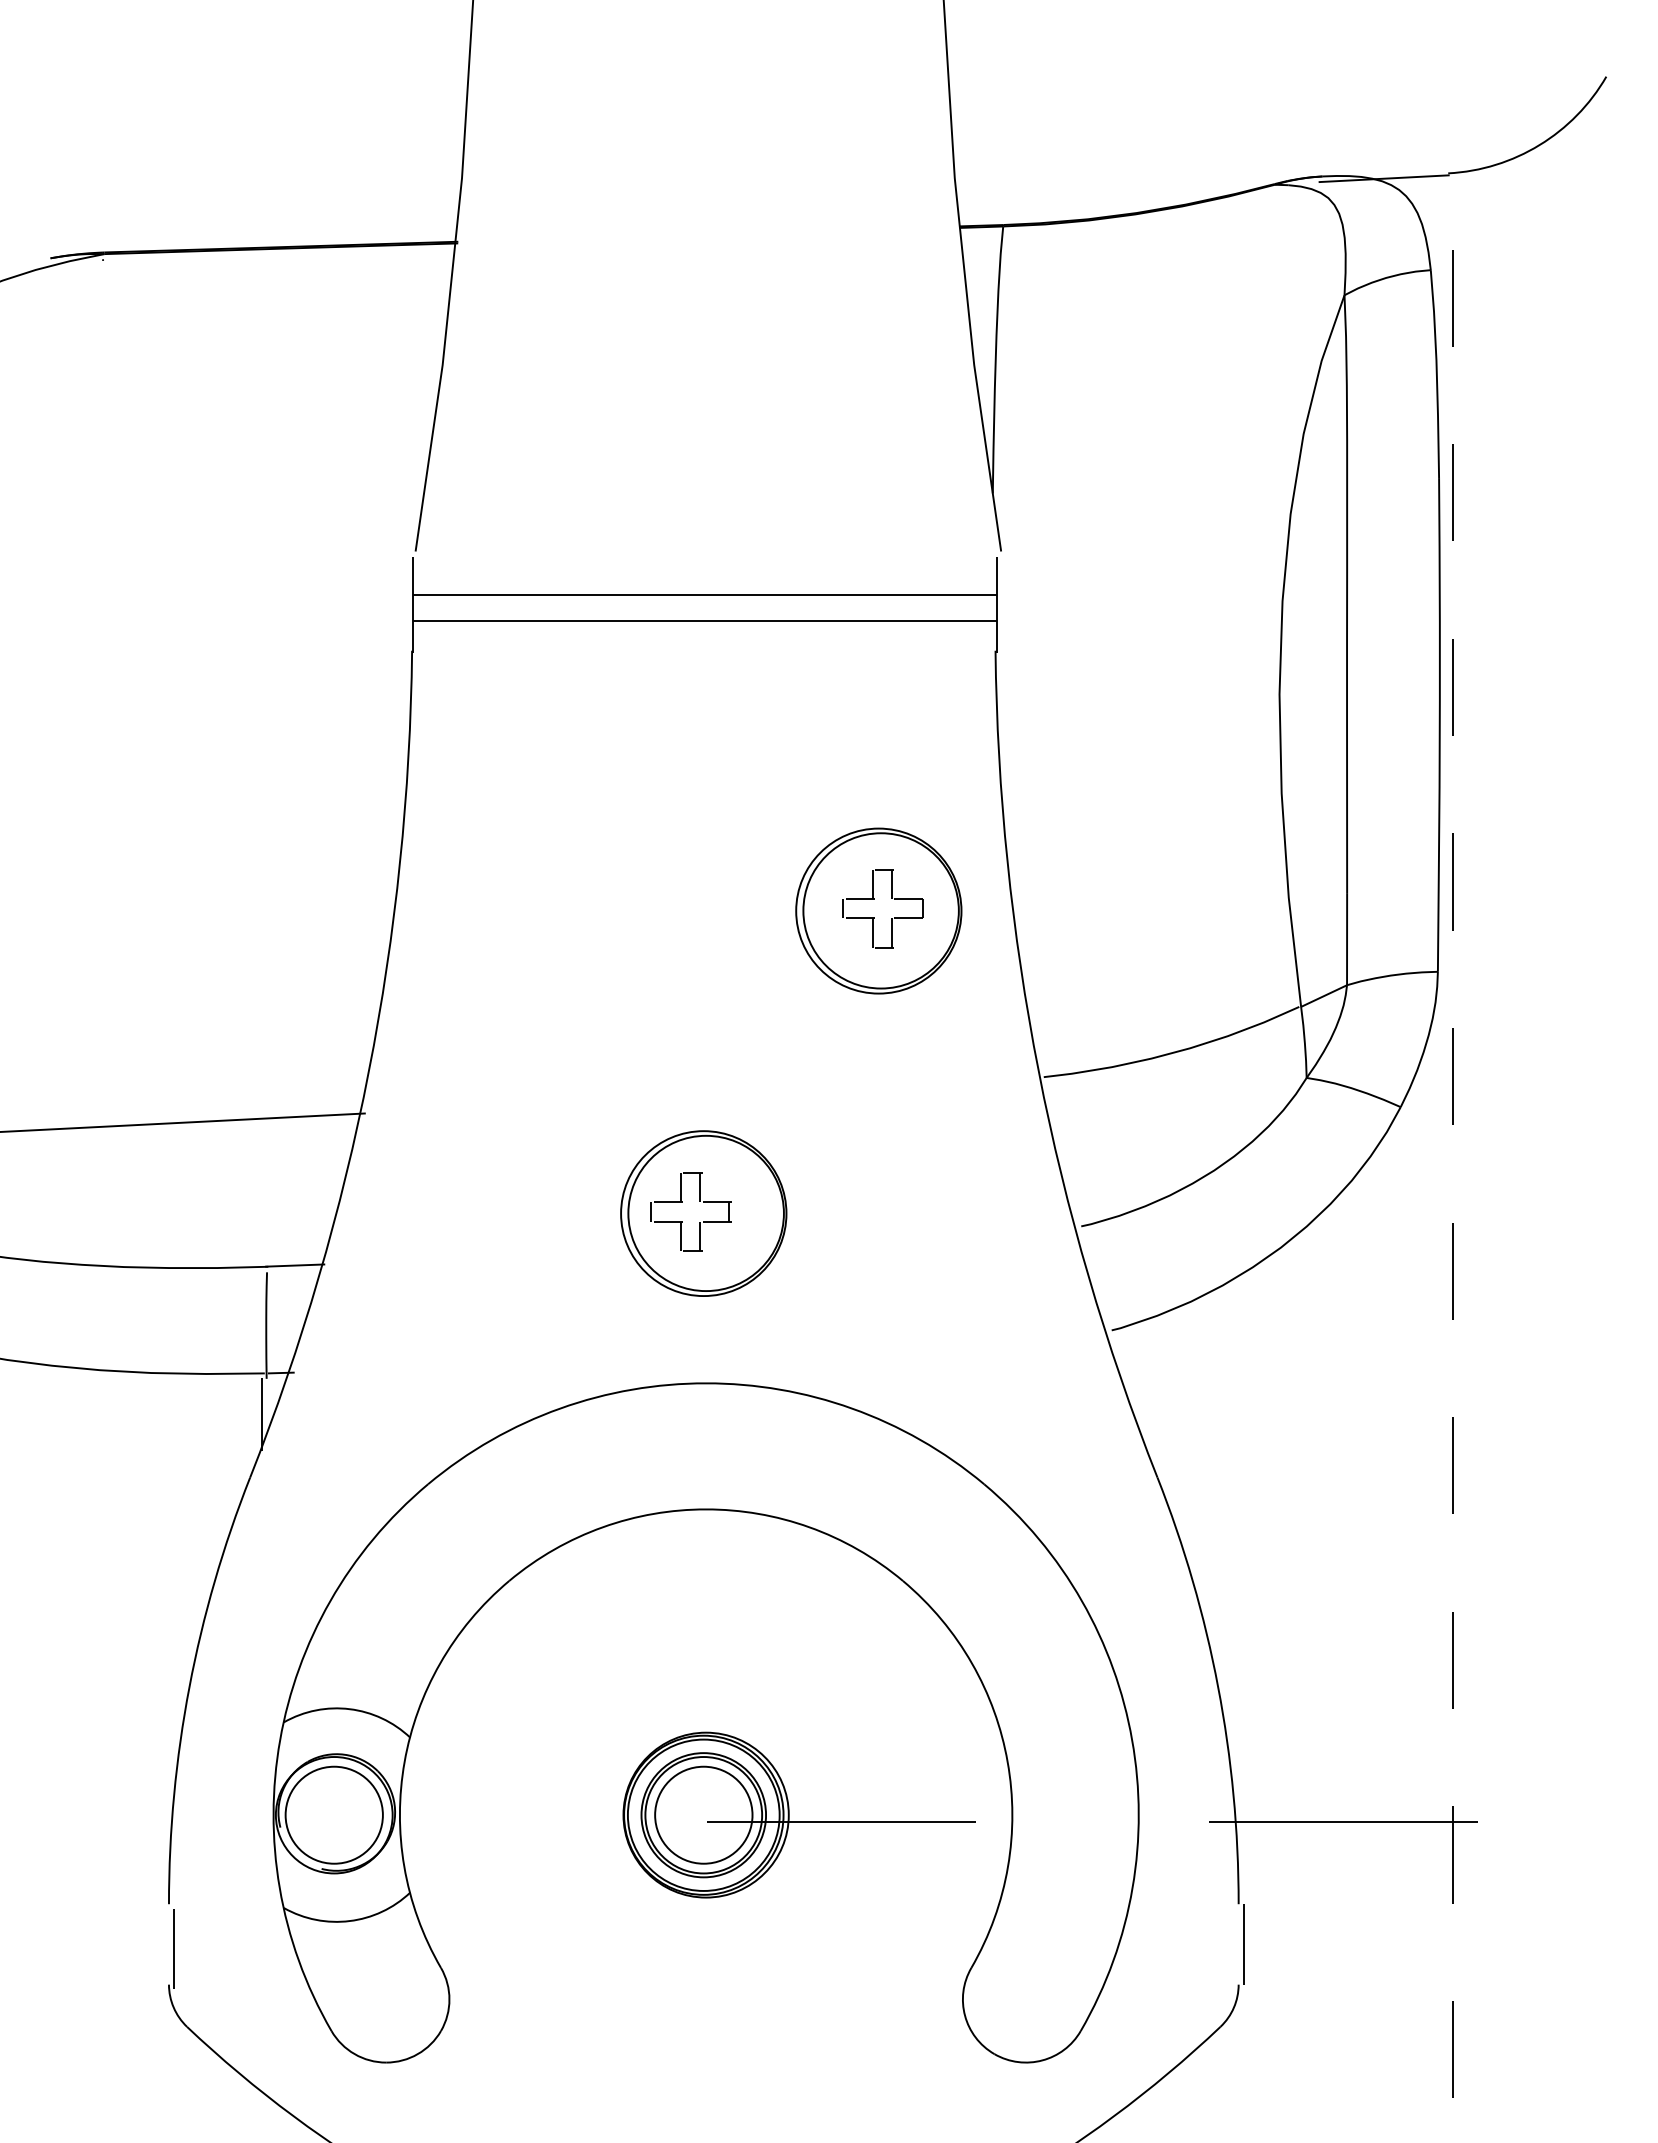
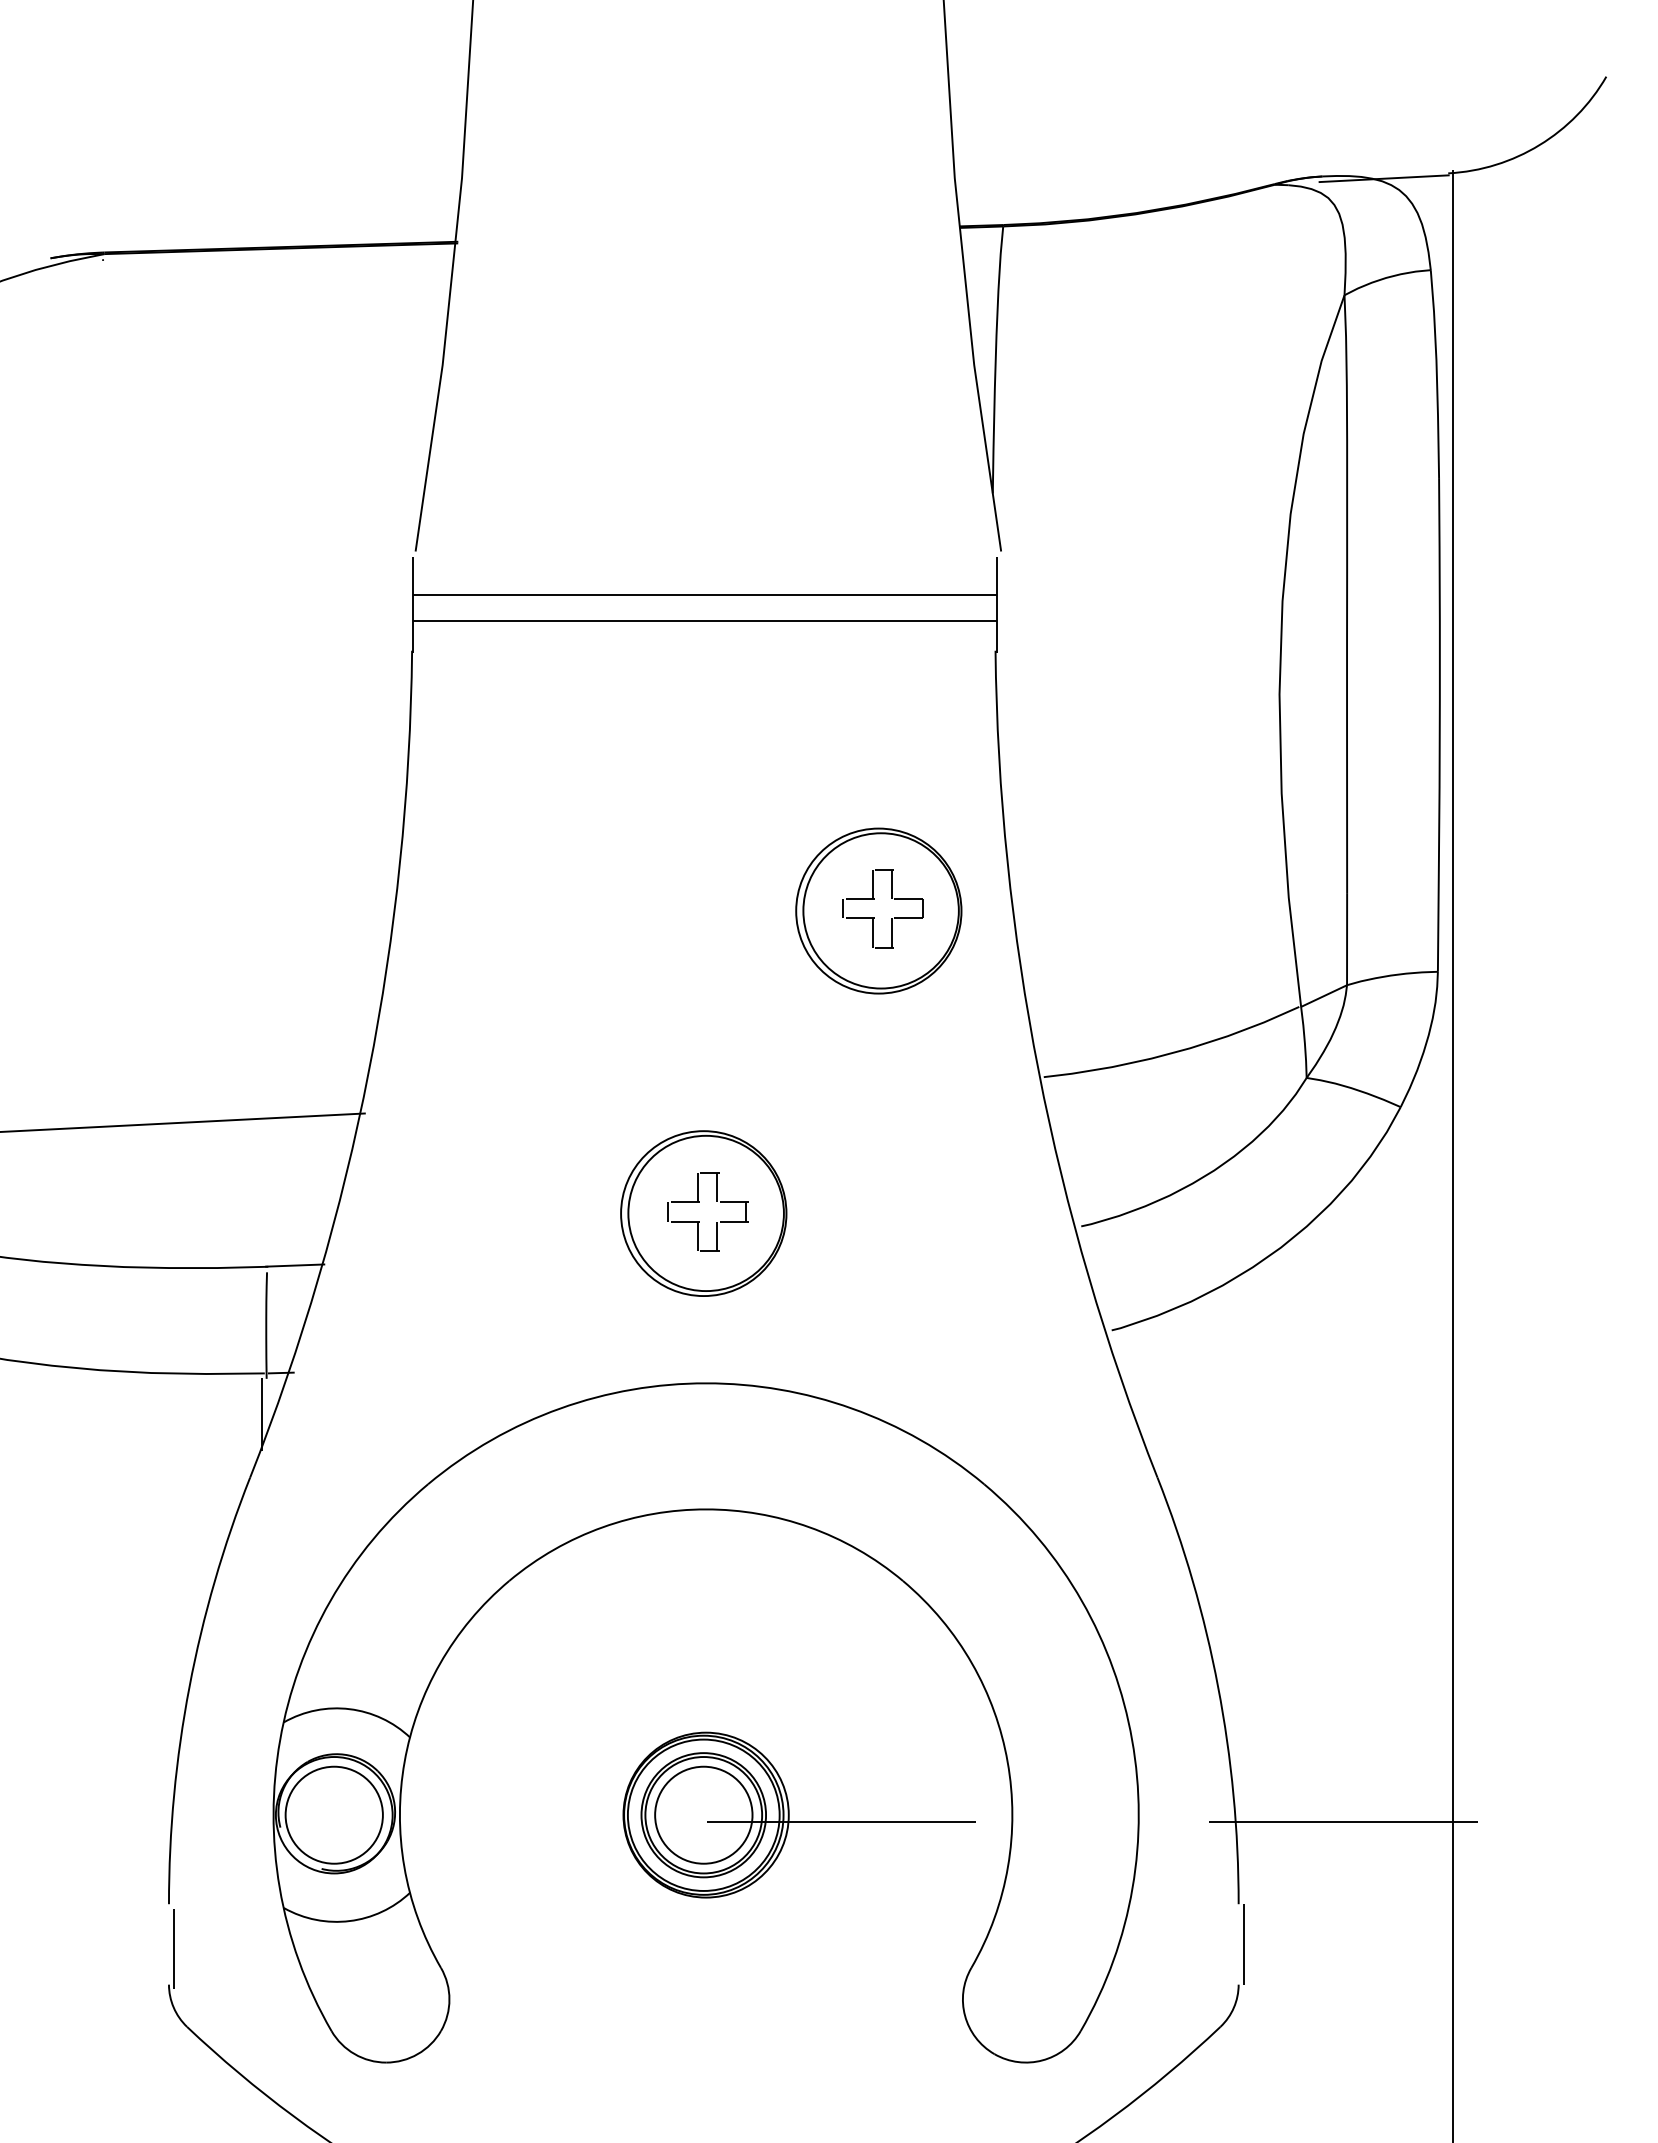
line at (1453, 1155): dashed -> solid
part at (682, 1202) position: (682, 1202) -> (699, 1202)
